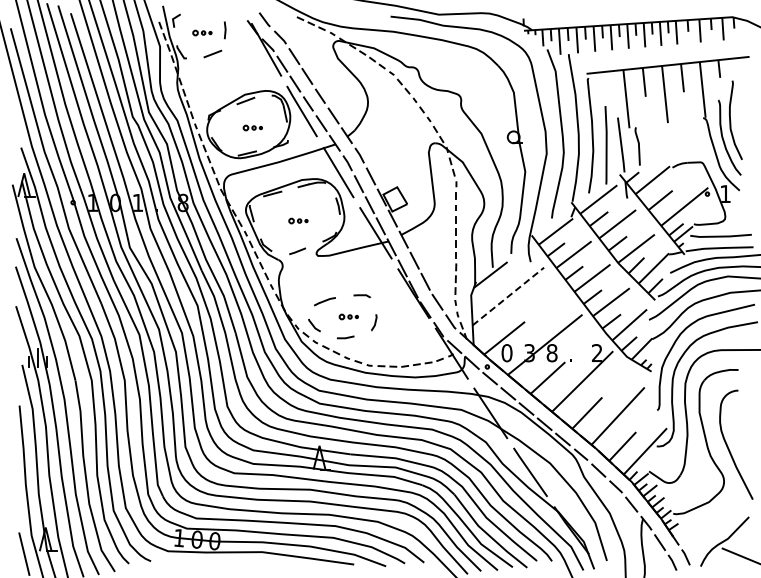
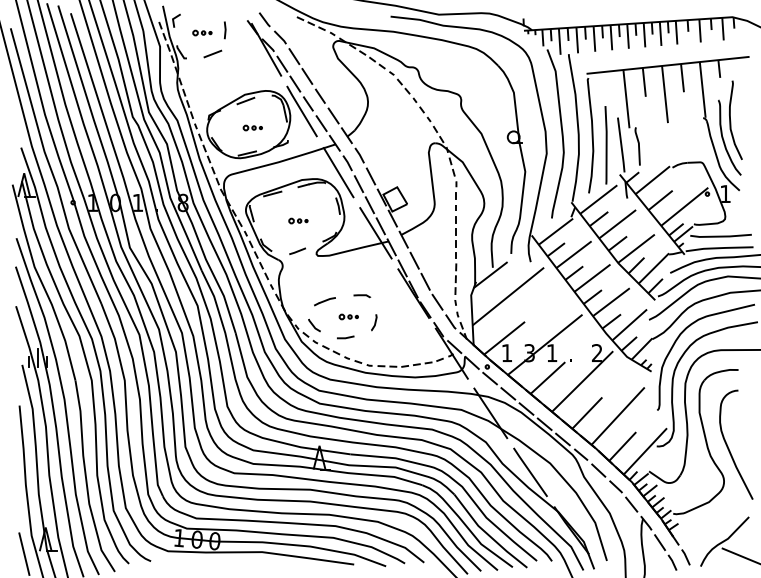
line at (508, 296): dashed -> solid
text at (506, 353): 0 -> 1
text at (551, 353): 8 -> 1
